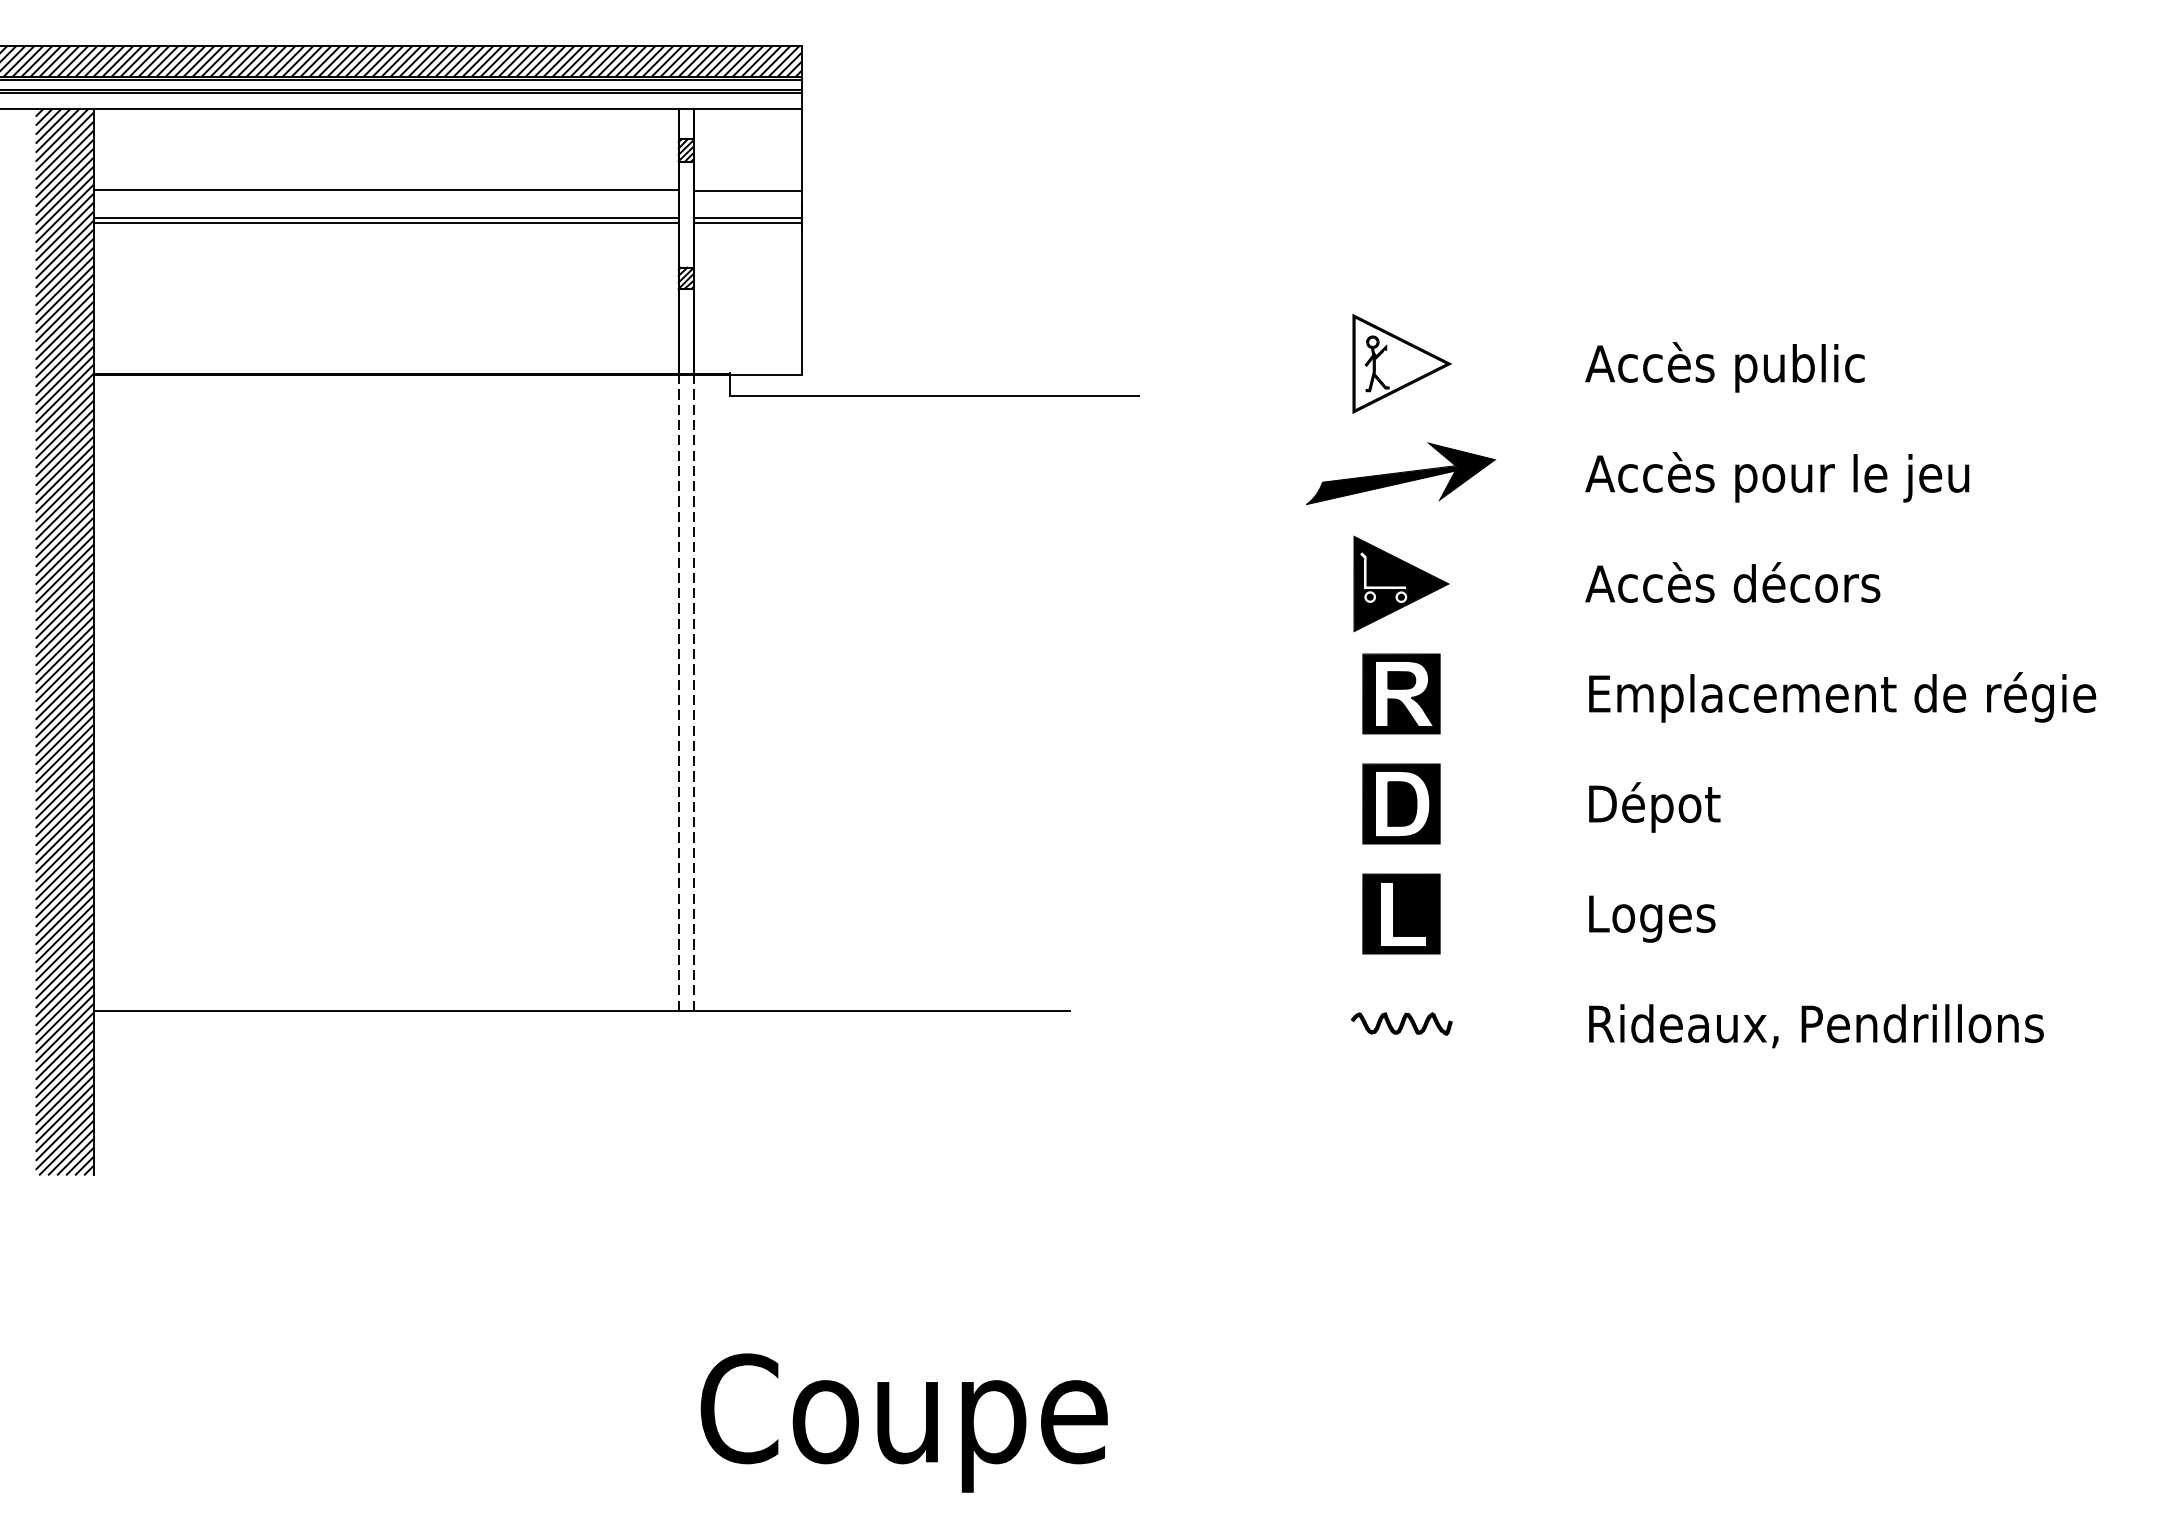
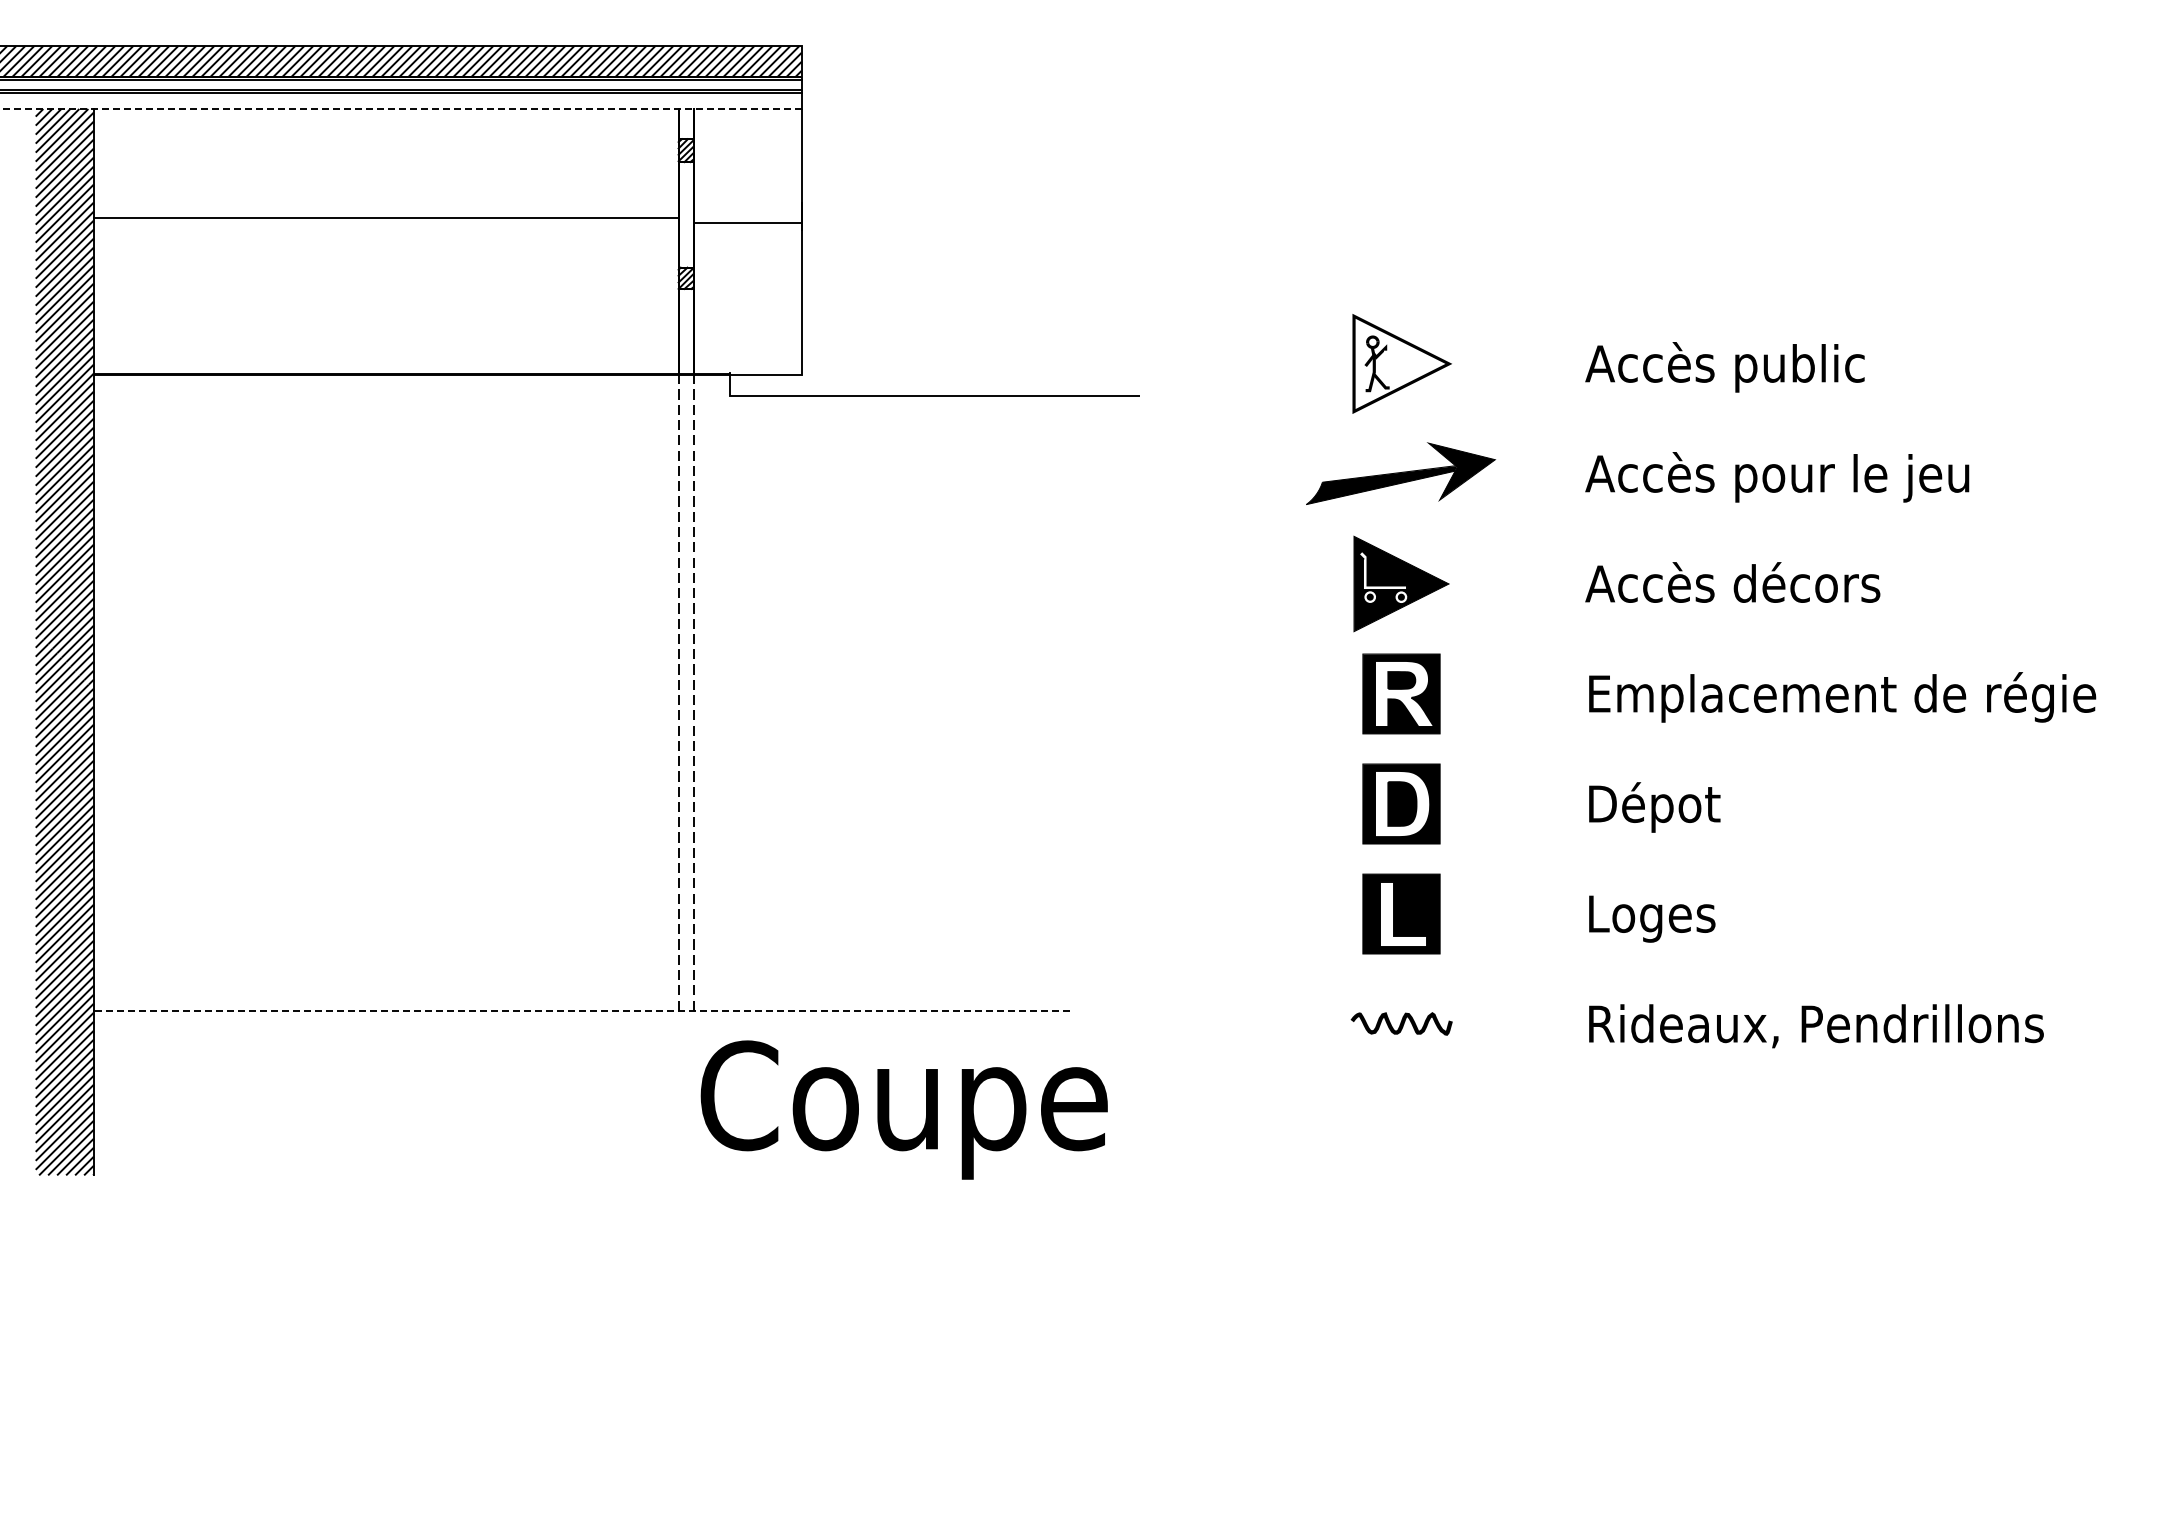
line at (400, 109): solid -> dashed
line at (385, 190): present -> none
line at (747, 190): present -> none
line at (747, 218): present -> none
line at (385, 223): present -> none
line at (581, 1010): solid -> dashed
text at (903, 1422) position: (903, 1422) -> (903, 1109)
